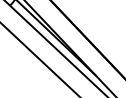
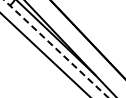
line at (55, 48): solid -> dashed
line at (39, 59) position: (39, 59) -> (44, 54)
